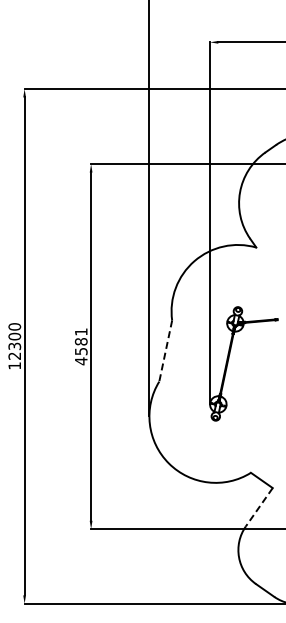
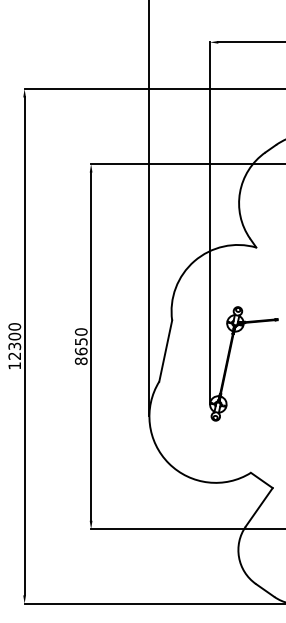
text at (80, 346): 4581 -> 8650
line at (165, 351): dashed -> solid
line at (259, 507): dashed -> solid
